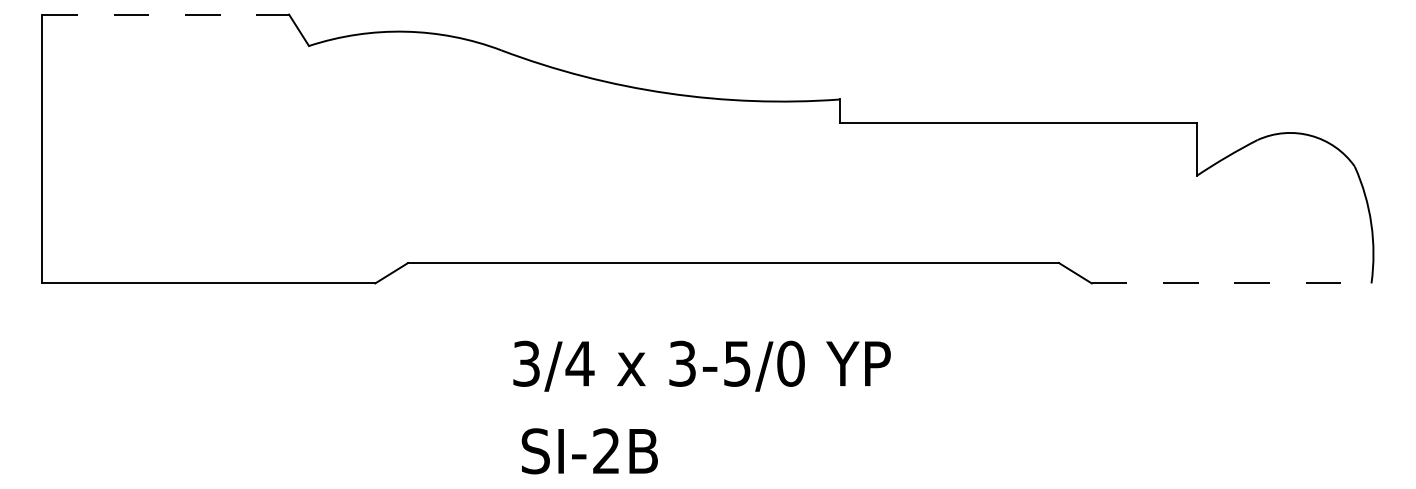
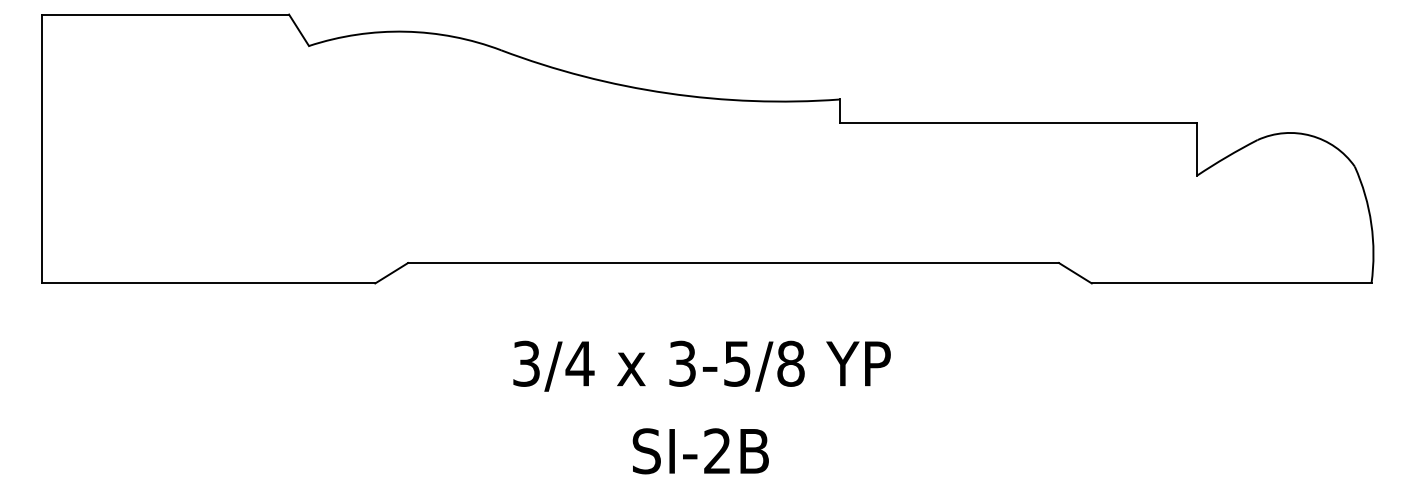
line at (166, 14): dashed -> solid
line at (1231, 283): dashed -> solid
text at (790, 363): 3-5/0 -> 3-5/8
text at (589, 451) position: (589, 451) -> (700, 451)
